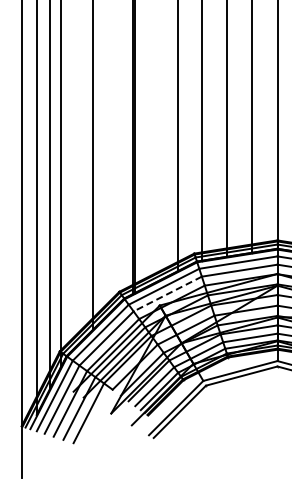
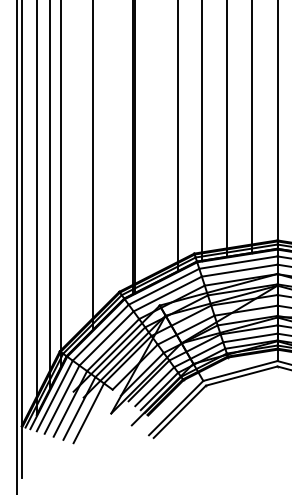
line at (16, 246): none -> present
line at (167, 294): dashed -> solid
